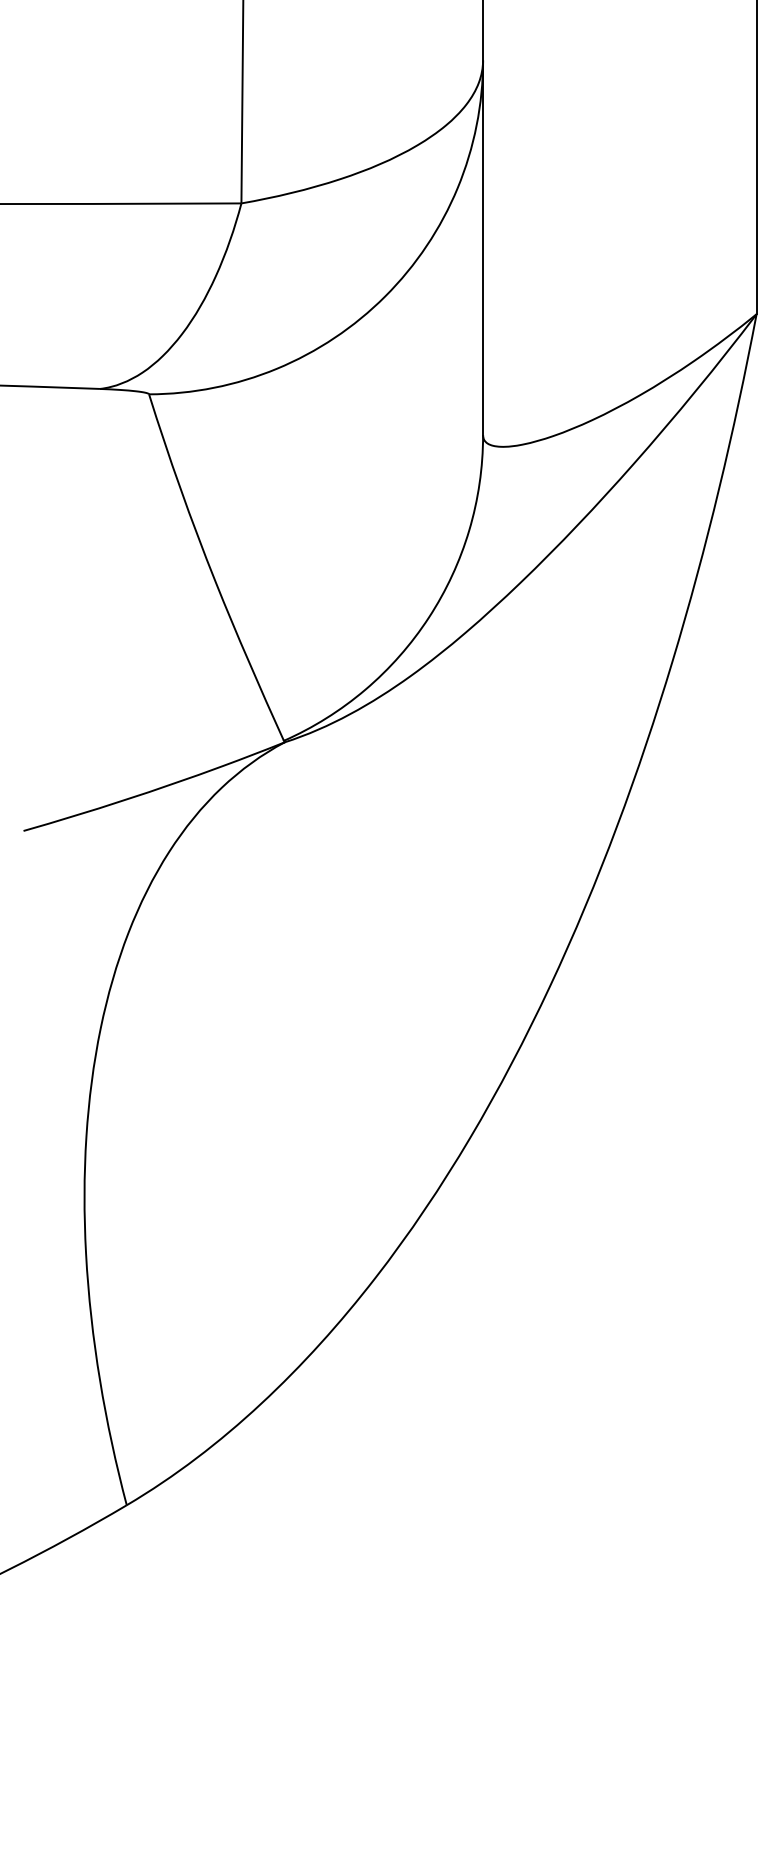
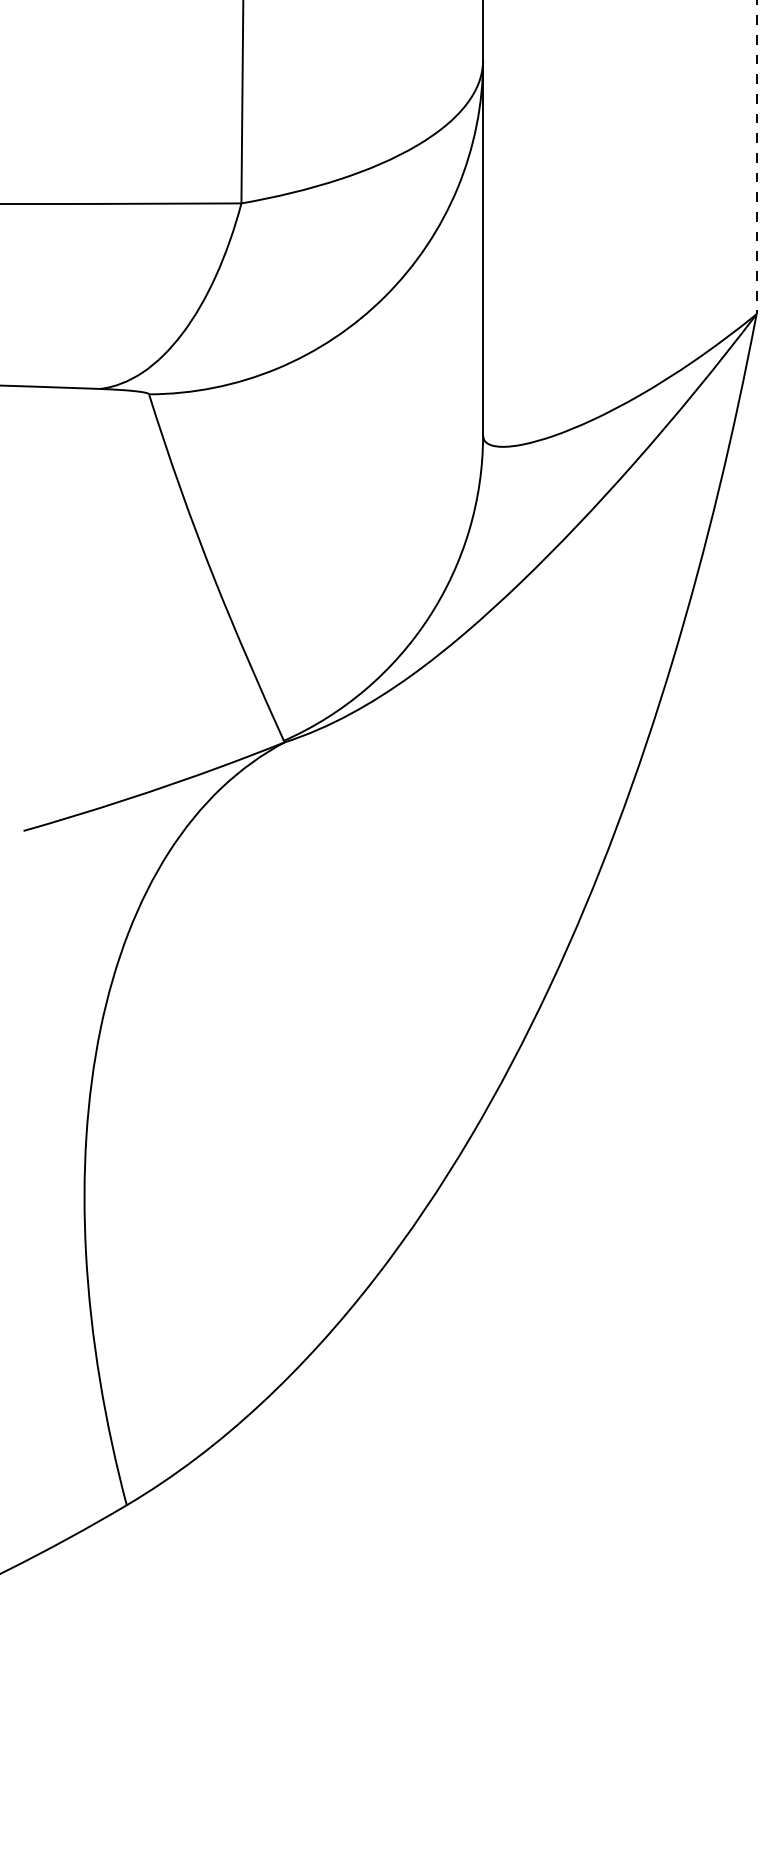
line at (756, 157): solid -> dashed
